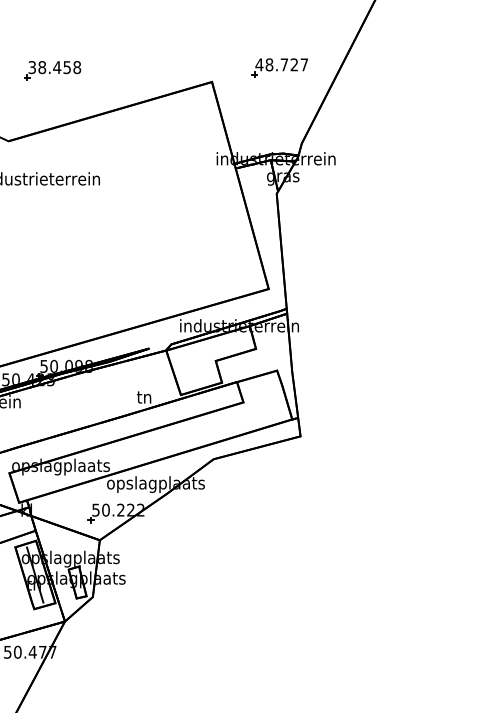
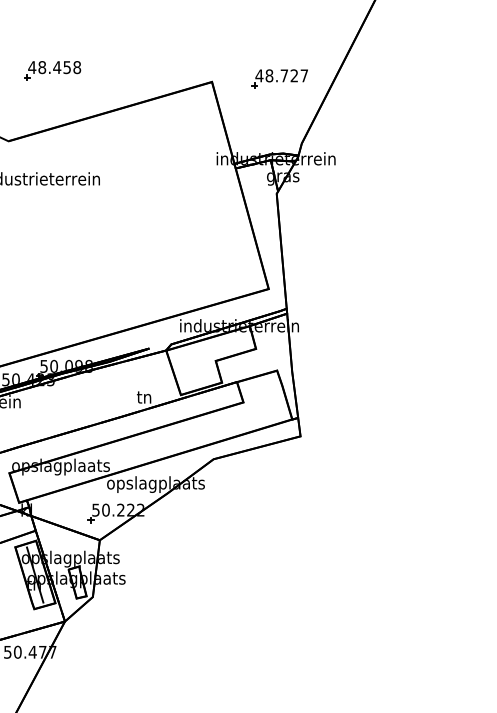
text at (32, 67): 38.458 -> 48.458
part at (279, 67) position: (279, 67) -> (279, 78)
